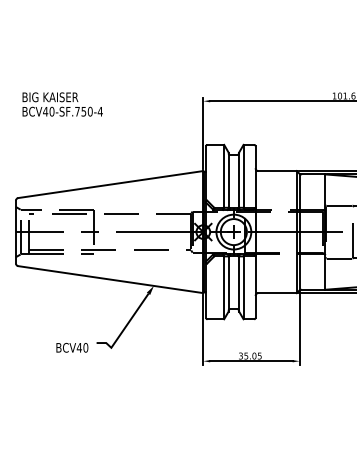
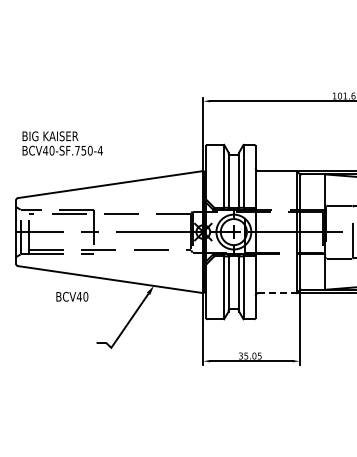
text at (62, 104) position: (62, 104) -> (62, 143)
line at (278, 293): solid -> dashed
text at (72, 347) position: (72, 347) -> (72, 296)
